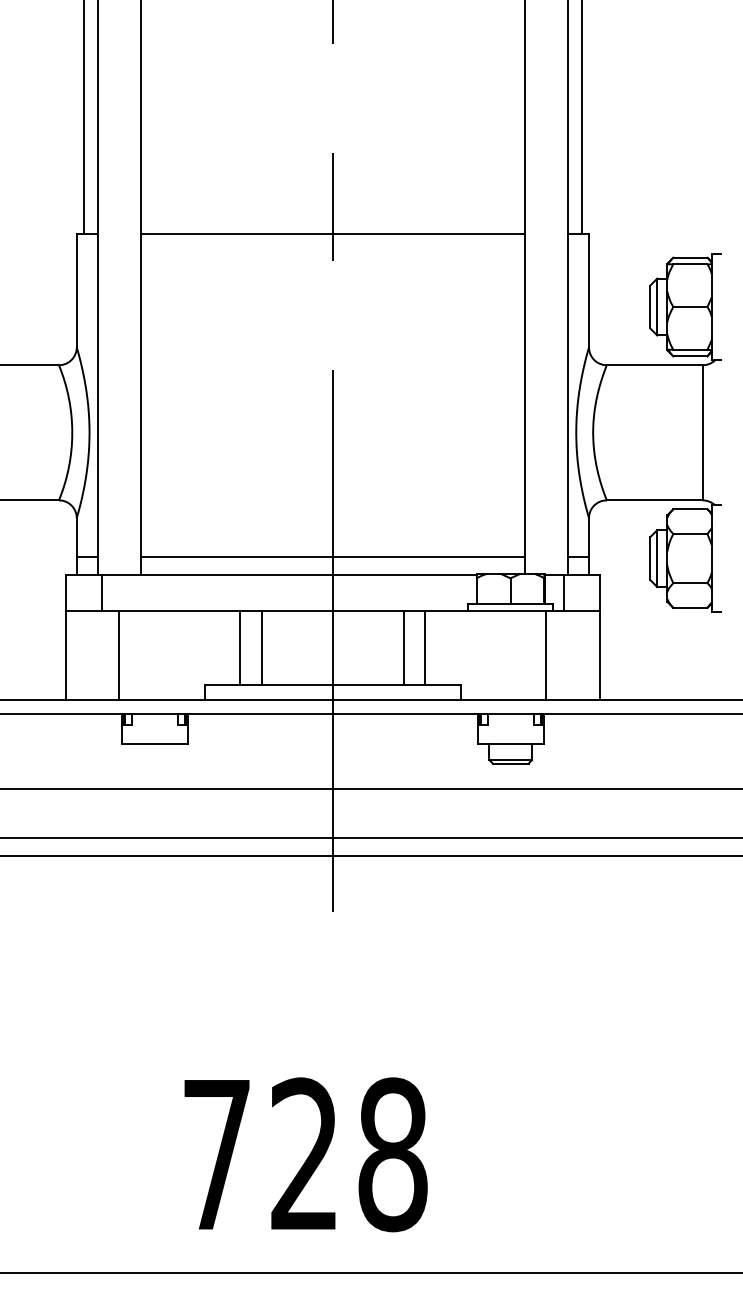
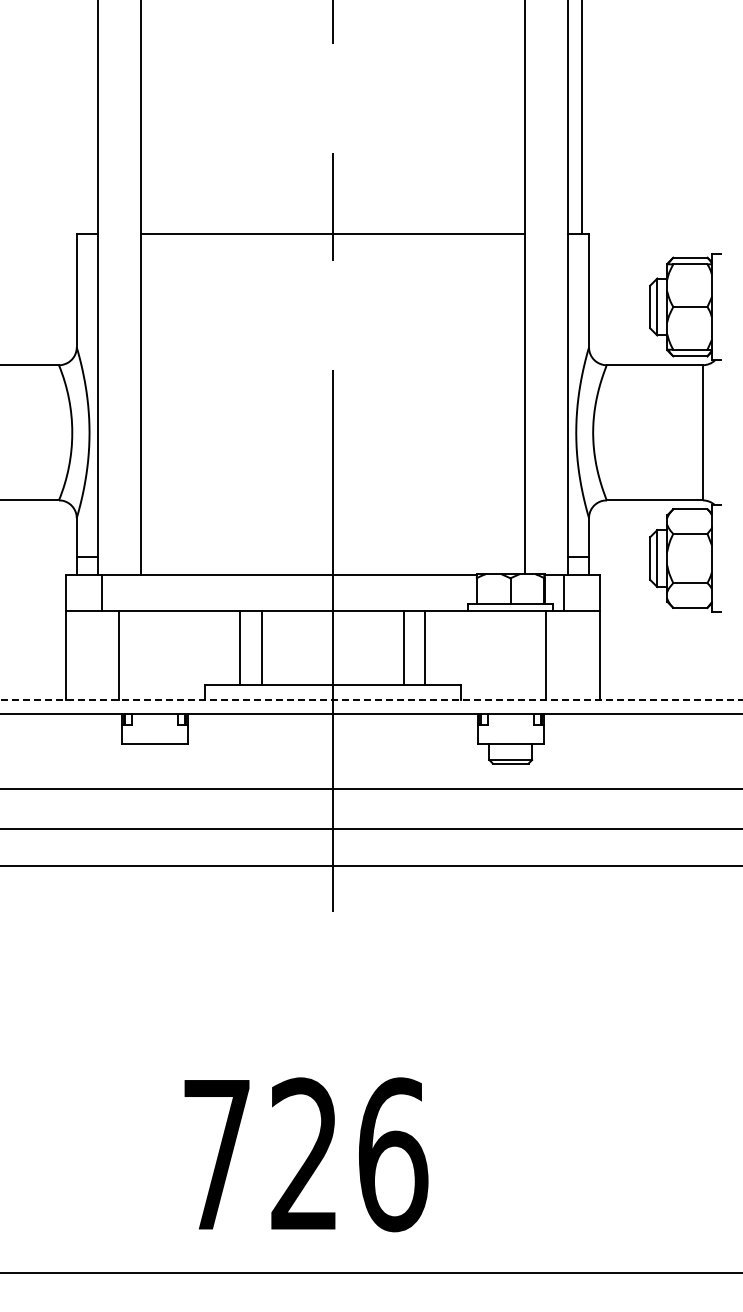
line at (83, 117): present -> none
line at (332, 557): present -> none
line at (371, 699): solid -> dashed
line at (370, 838) position: (370, 838) -> (370, 829)
line at (370, 856) position: (370, 856) -> (370, 866)
text at (393, 1154): 728 -> 726
